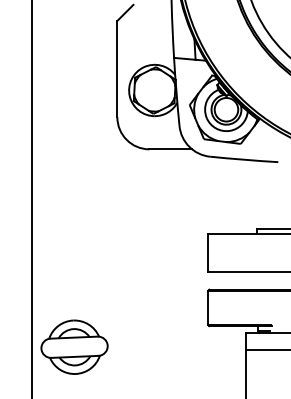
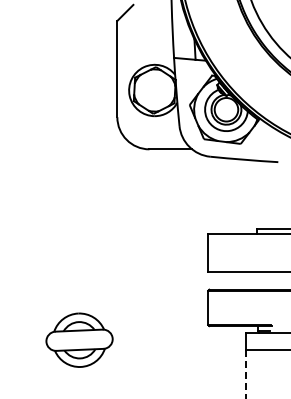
line at (31, 198): present -> none
part at (74, 346) position: (74, 346) -> (79, 339)
line at (245, 374): solid -> dashed
